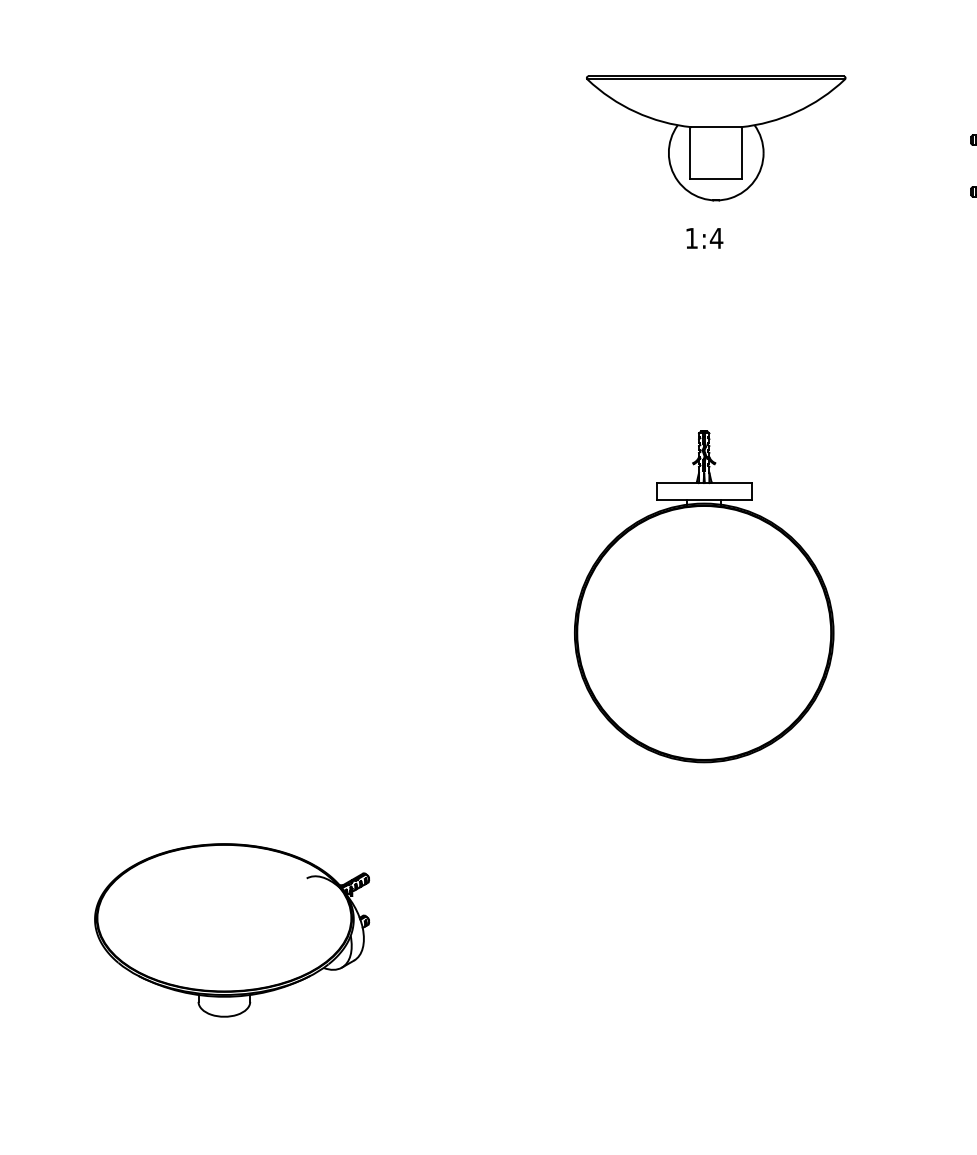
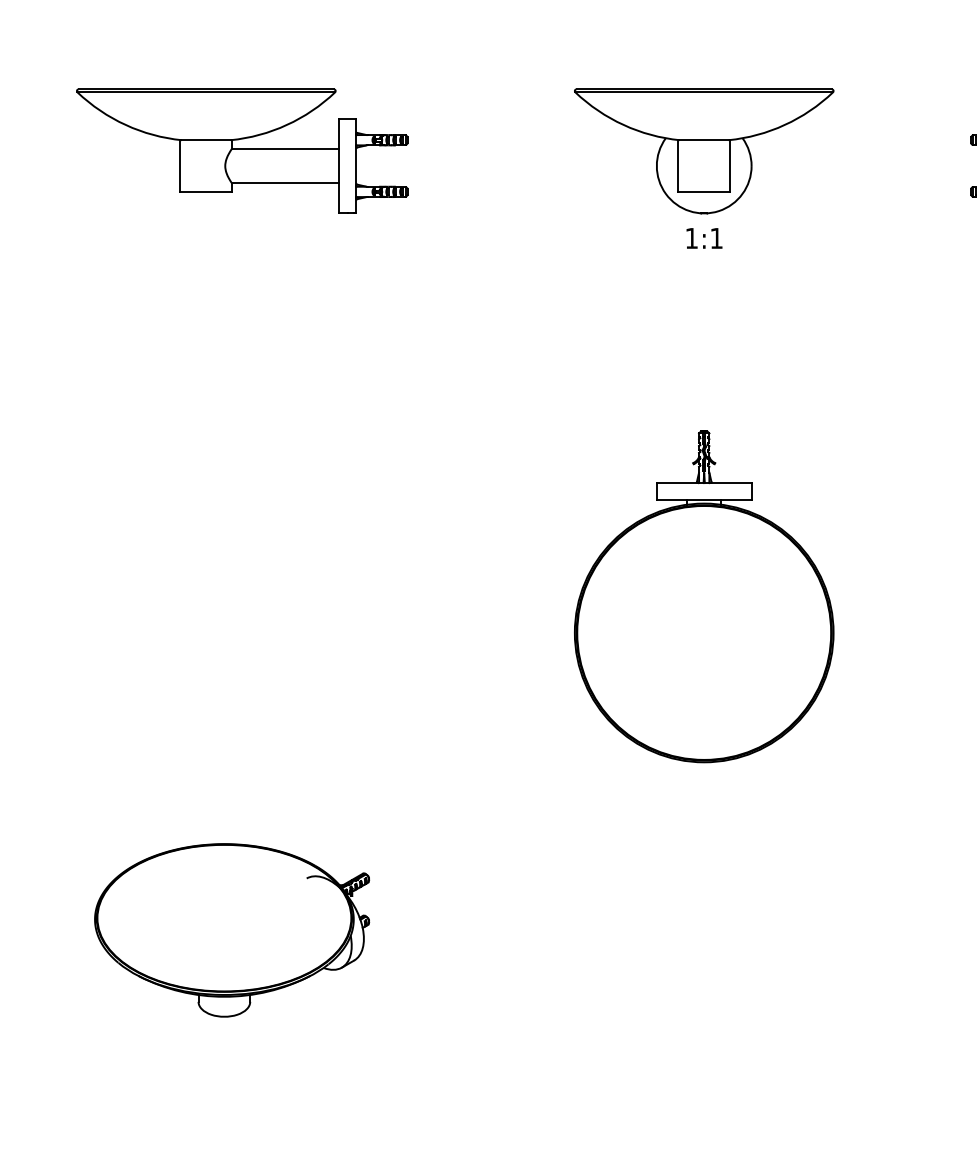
part at (716, 138) position: (716, 138) -> (704, 151)
part at (242, 150): none -> present
text at (716, 238): 1:4 -> 1:1
